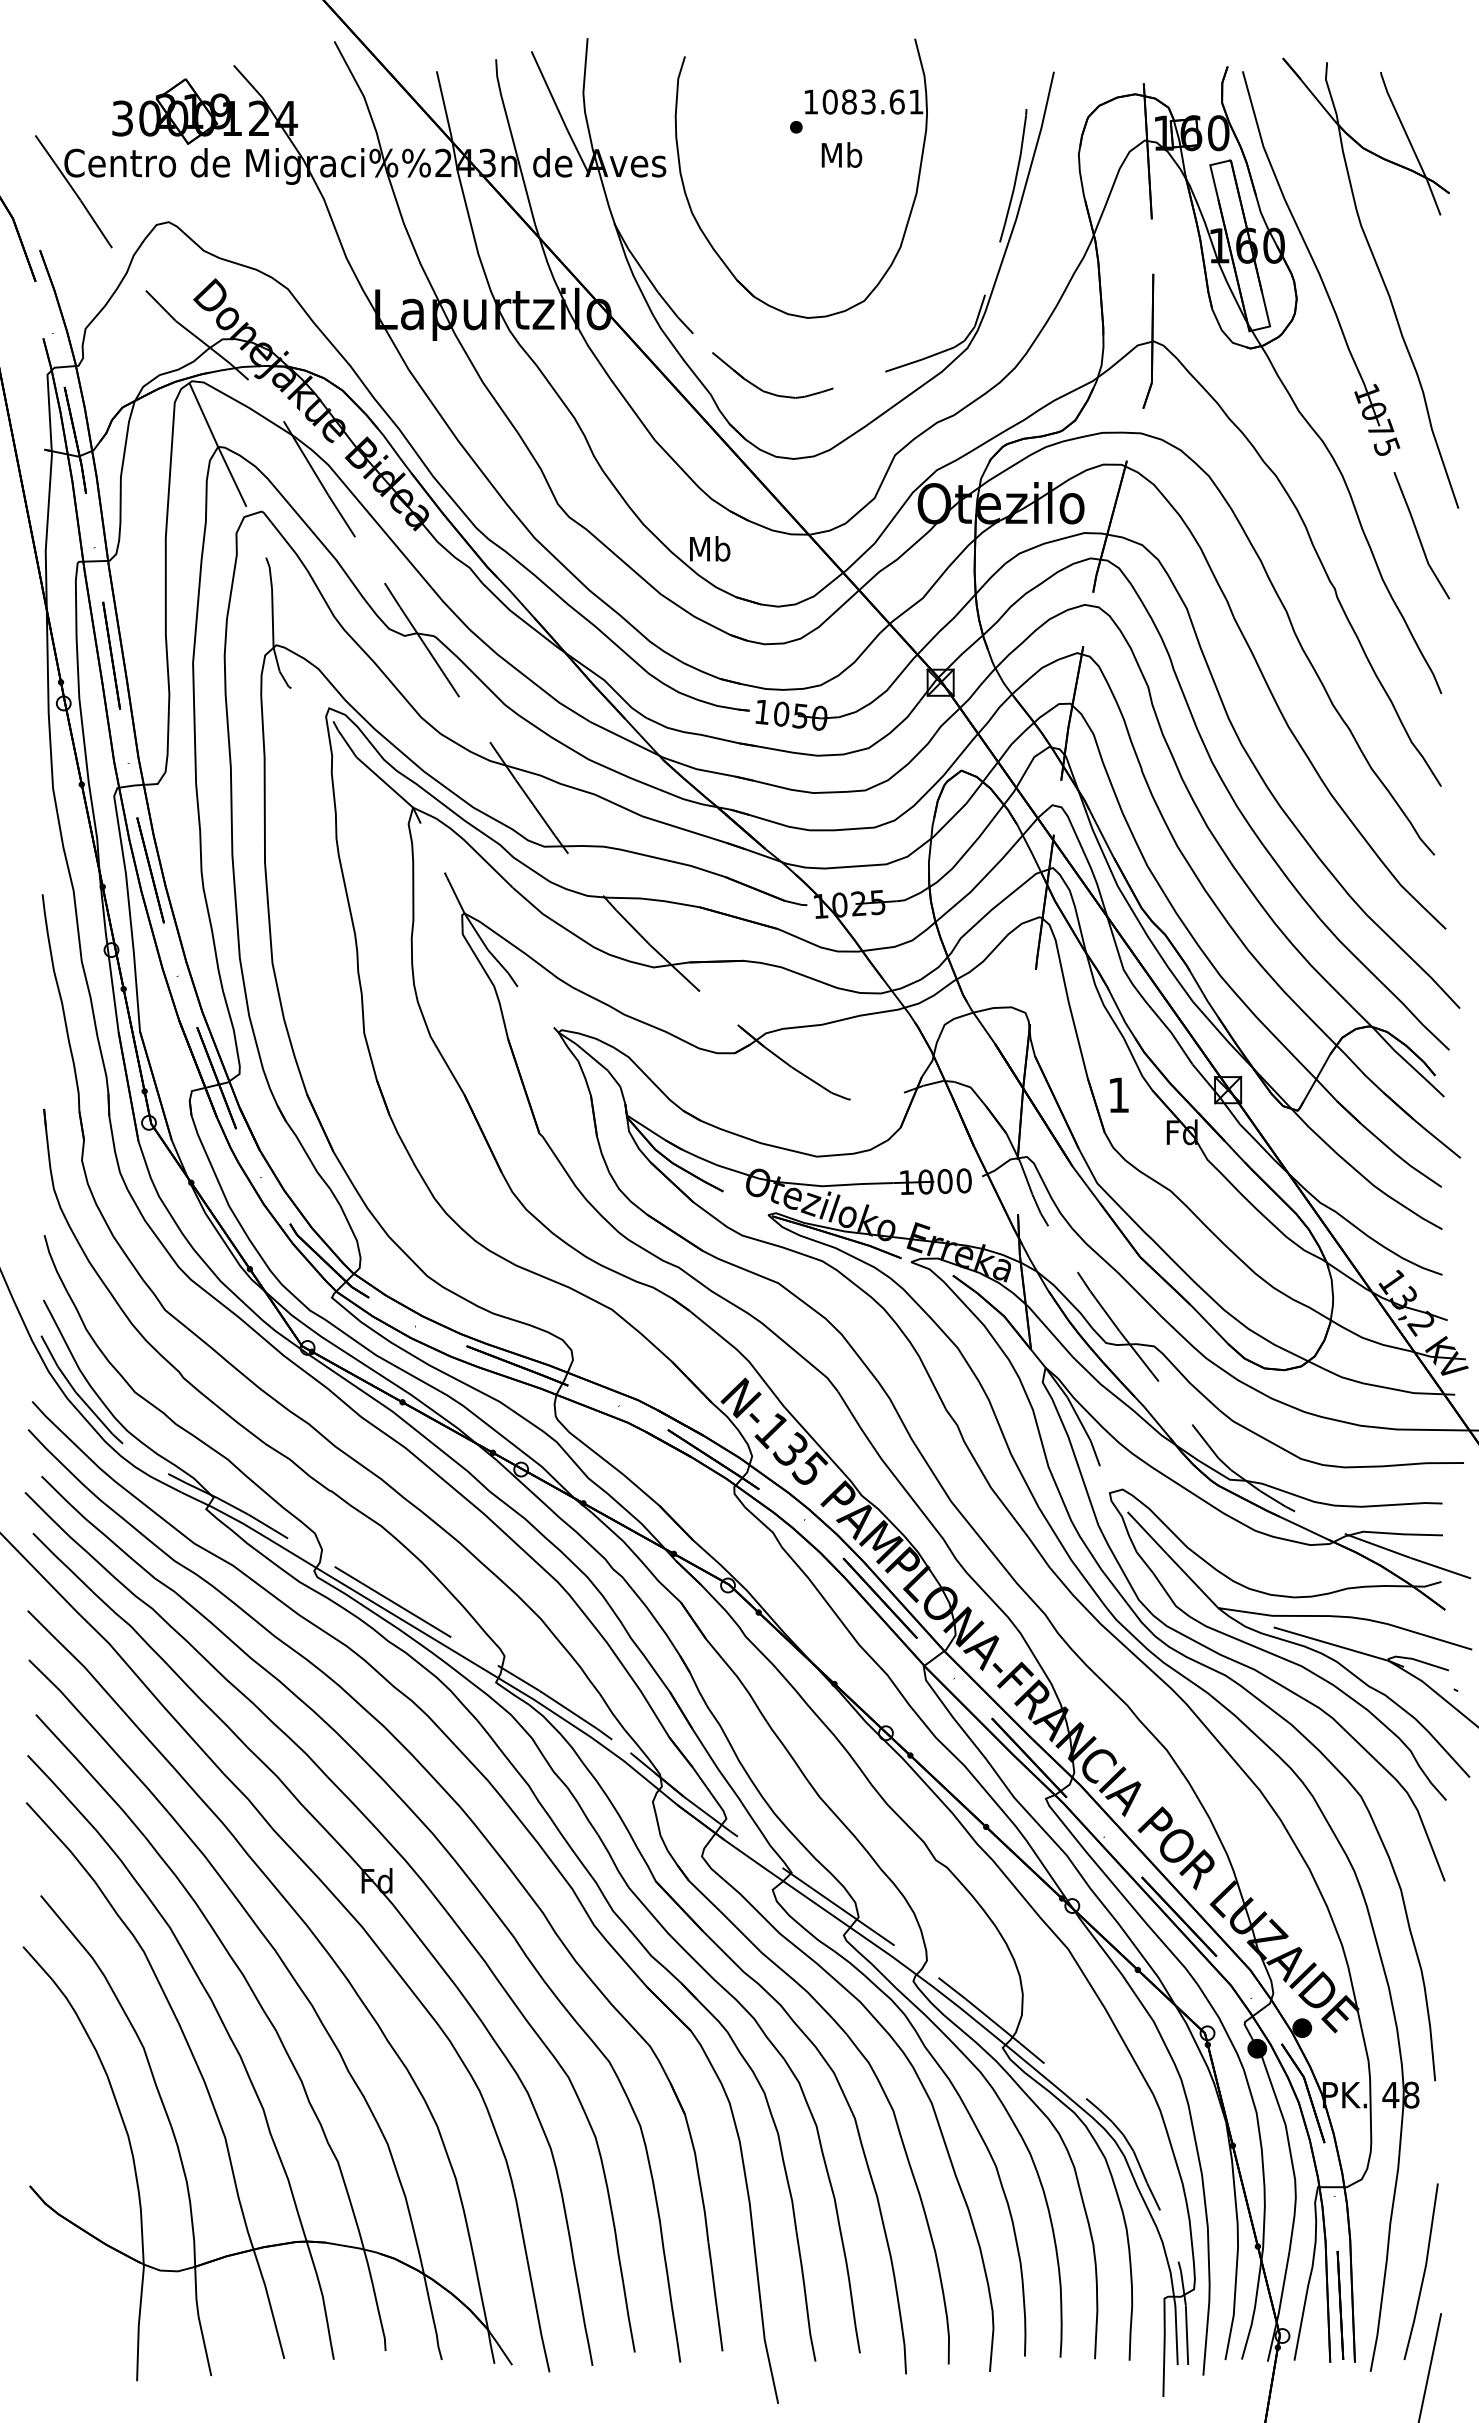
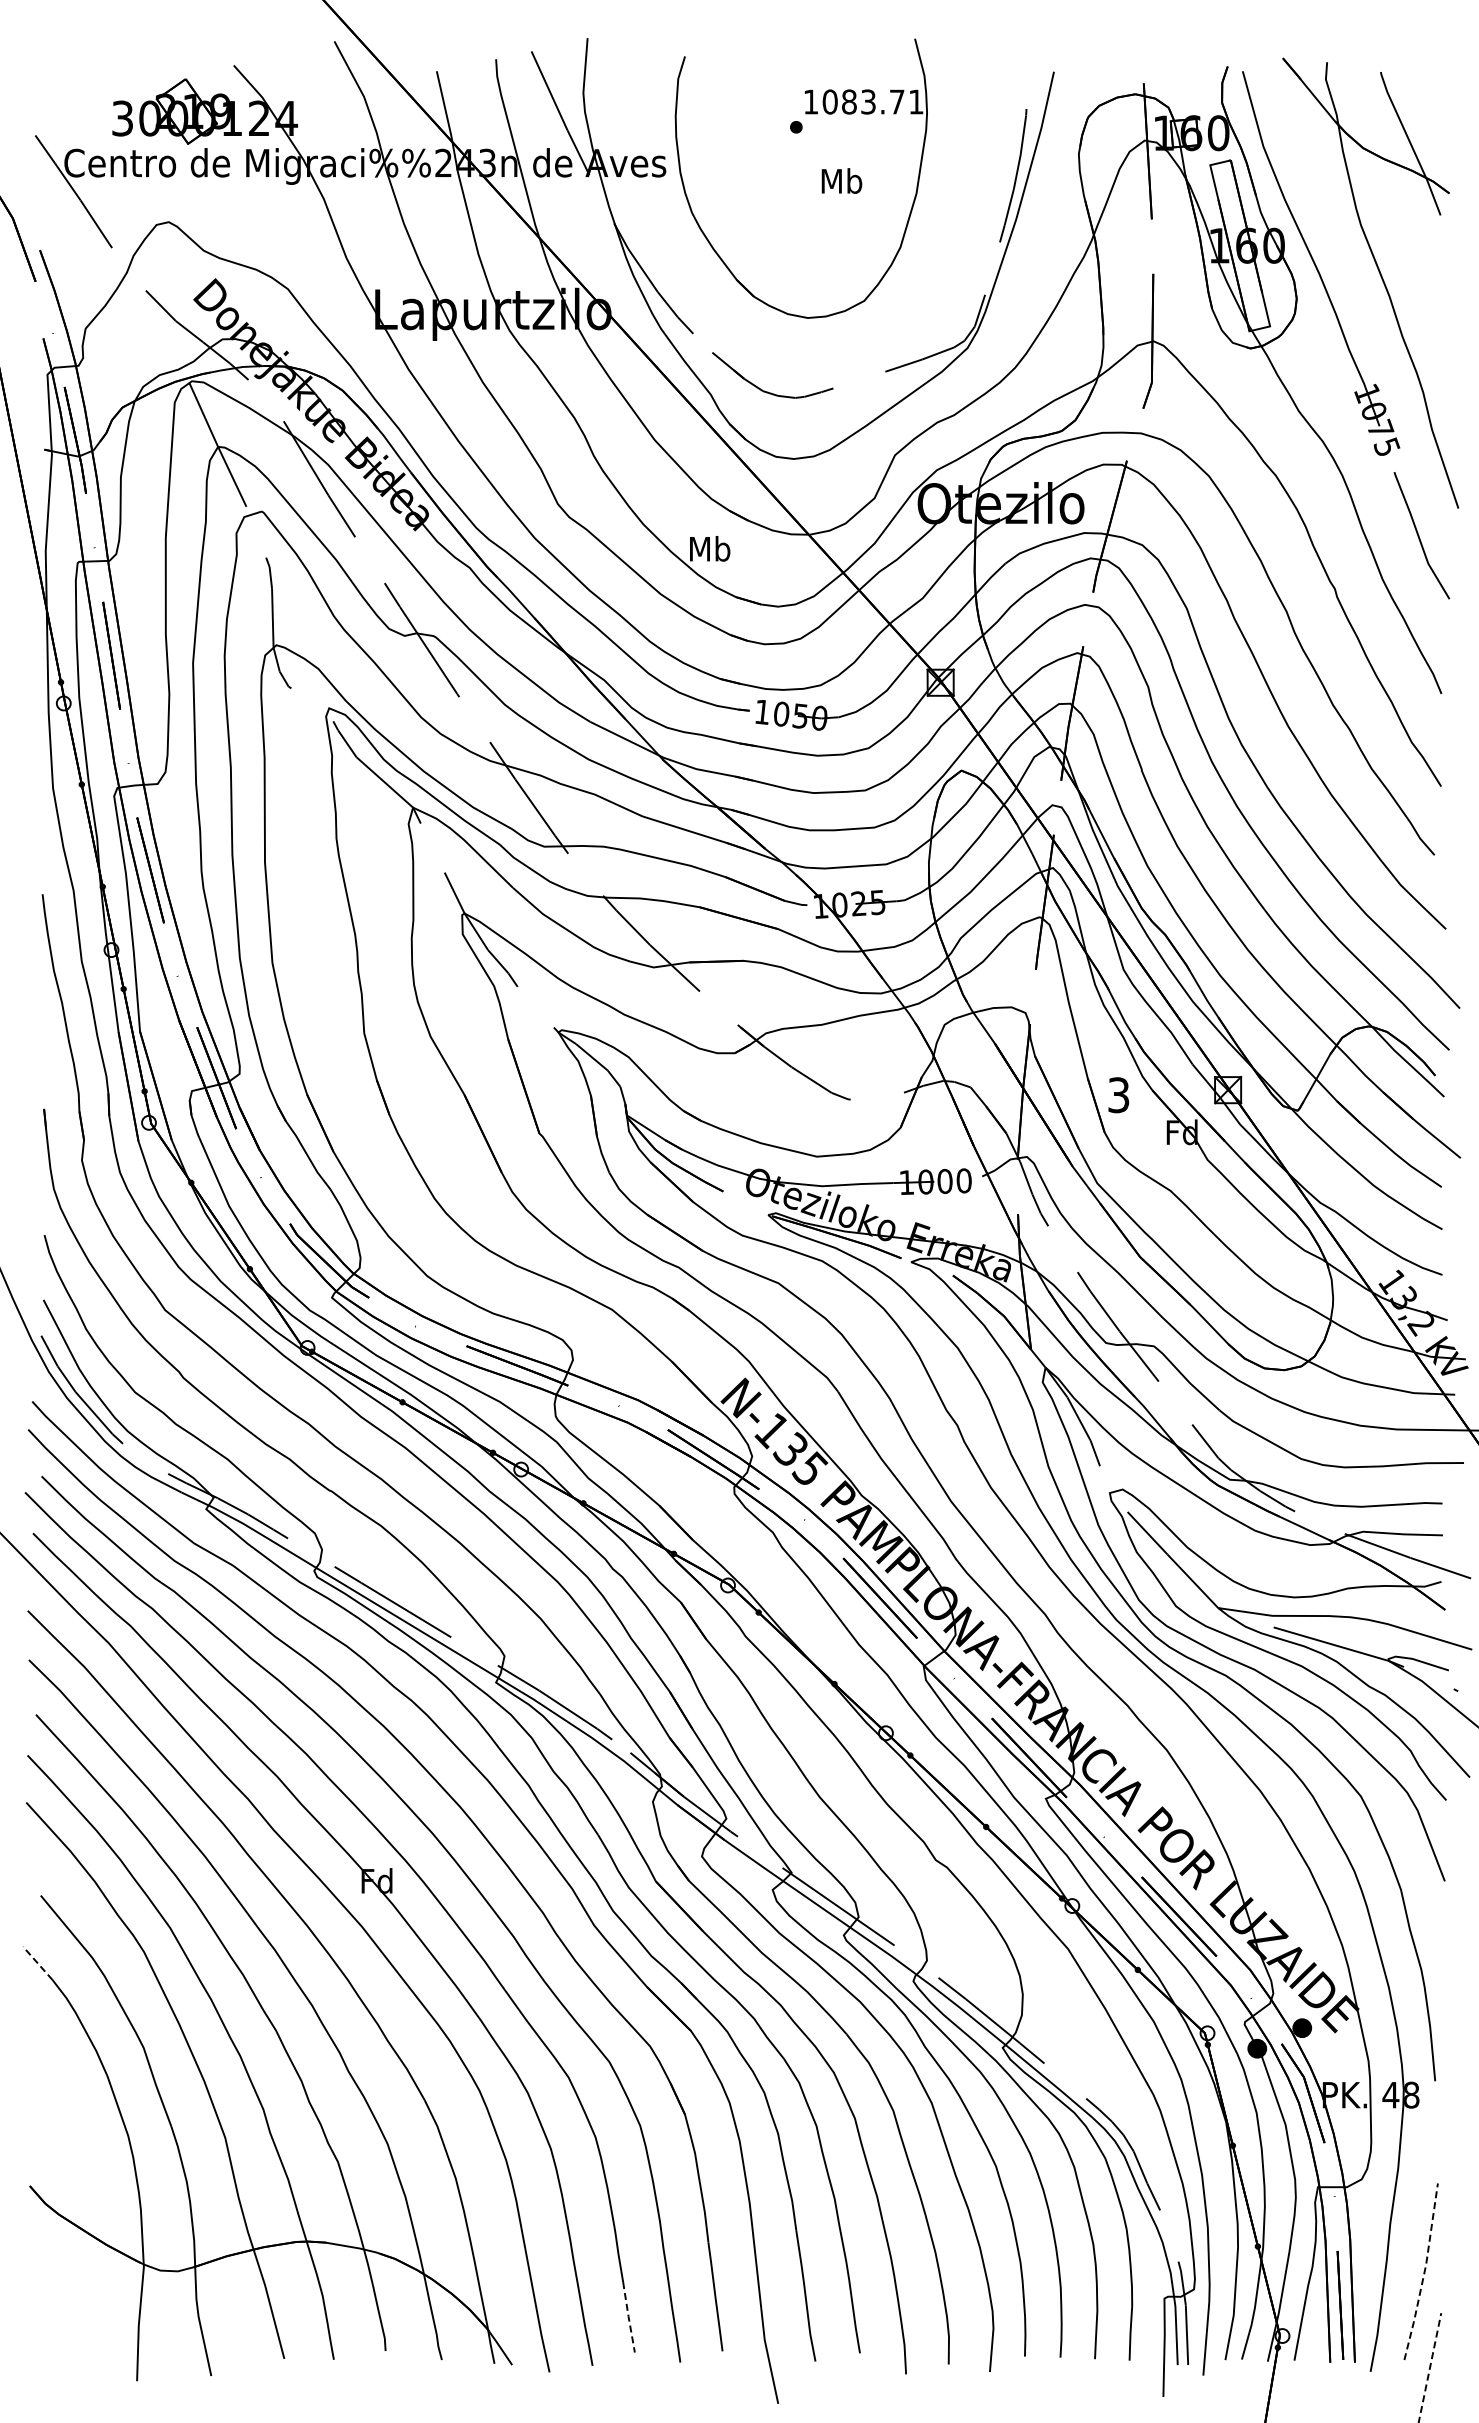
text at (896, 101): 1083.61 -> 1083.71
text at (841, 154) position: (841, 154) -> (841, 180)
text at (1118, 1095): 1 -> 3
line at (37, 1962): solid -> dashed
line at (1424, 2272): solid -> dashed
line at (628, 2317): solid -> dashed
line at (1429, 2367): solid -> dashed
